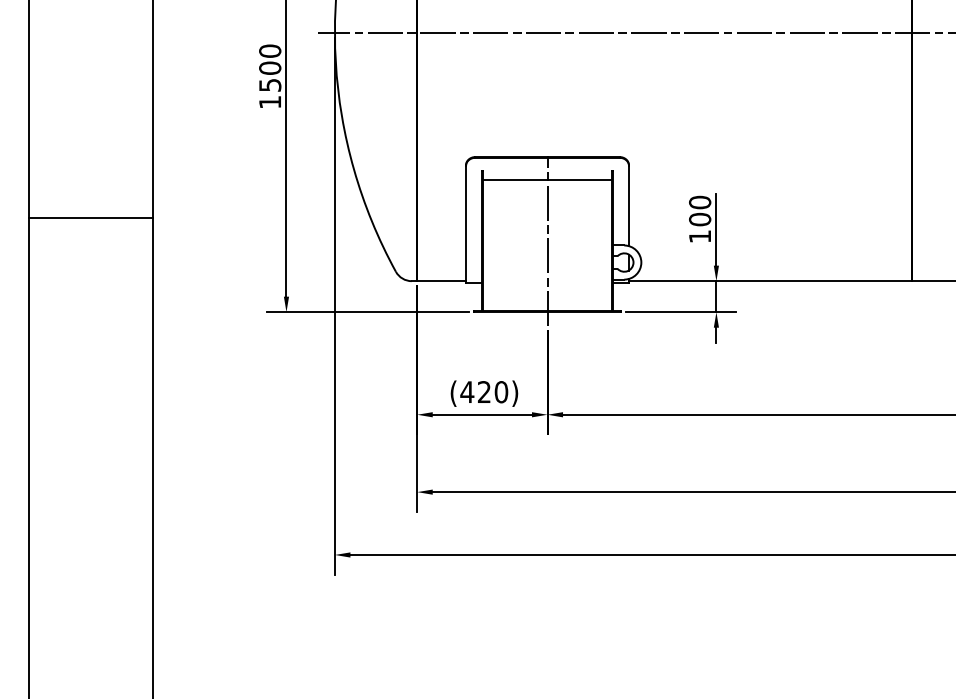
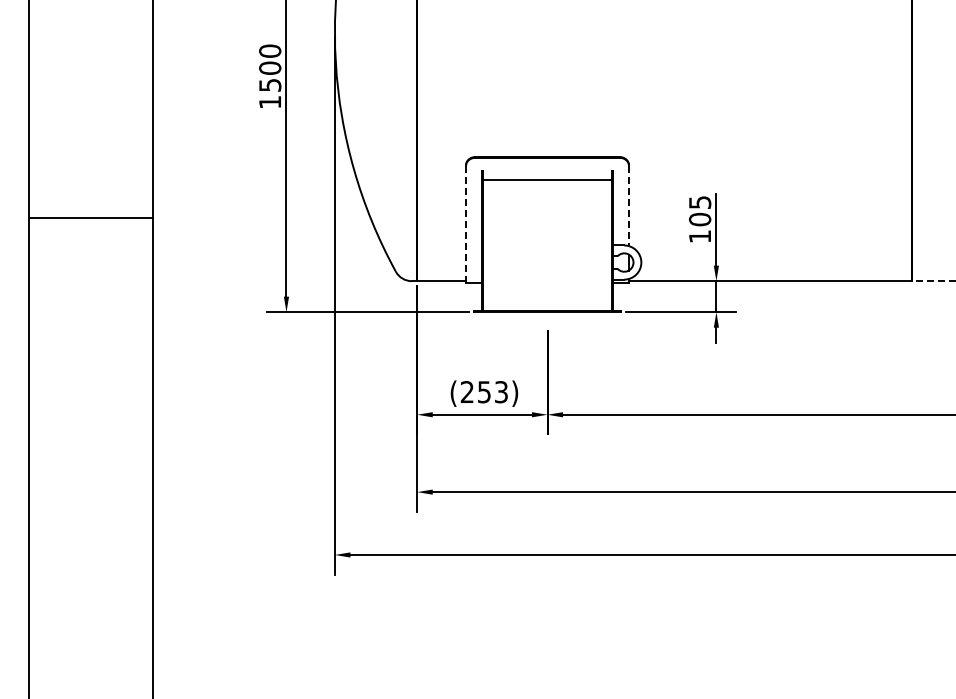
line at (634, 32): present -> none
text at (700, 202): 100 -> 105
line at (628, 206): solid -> dashed
line at (466, 223): solid -> dashed
line at (547, 240): present -> none
line at (933, 281): solid -> dashed
text at (484, 392): (420) -> (253)
